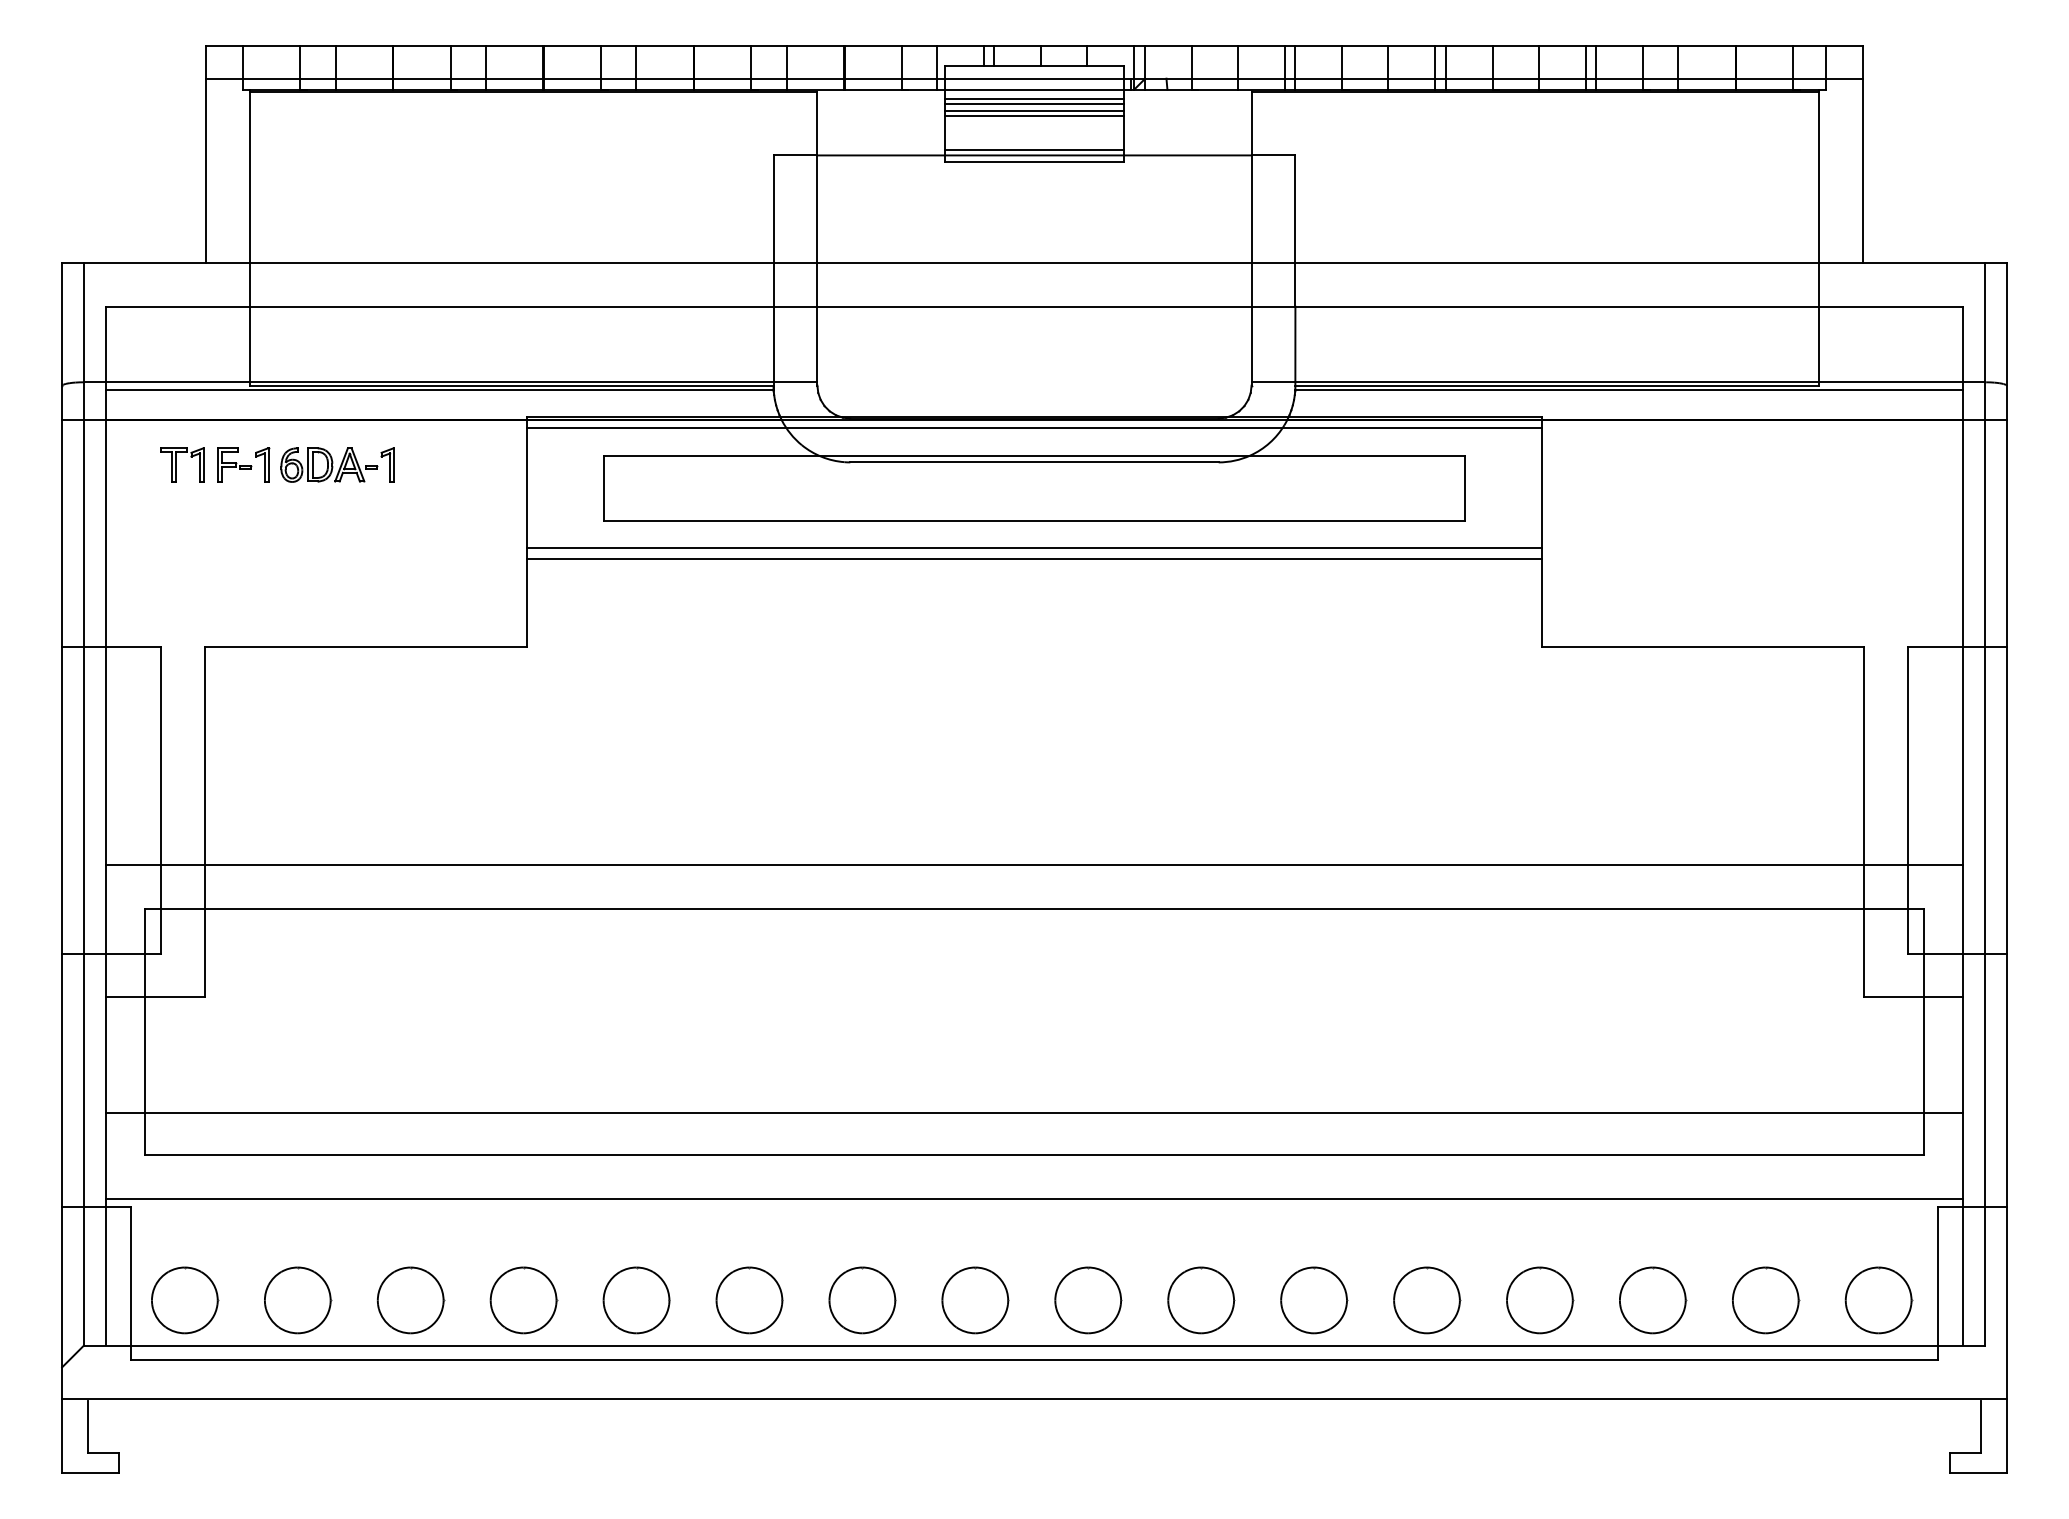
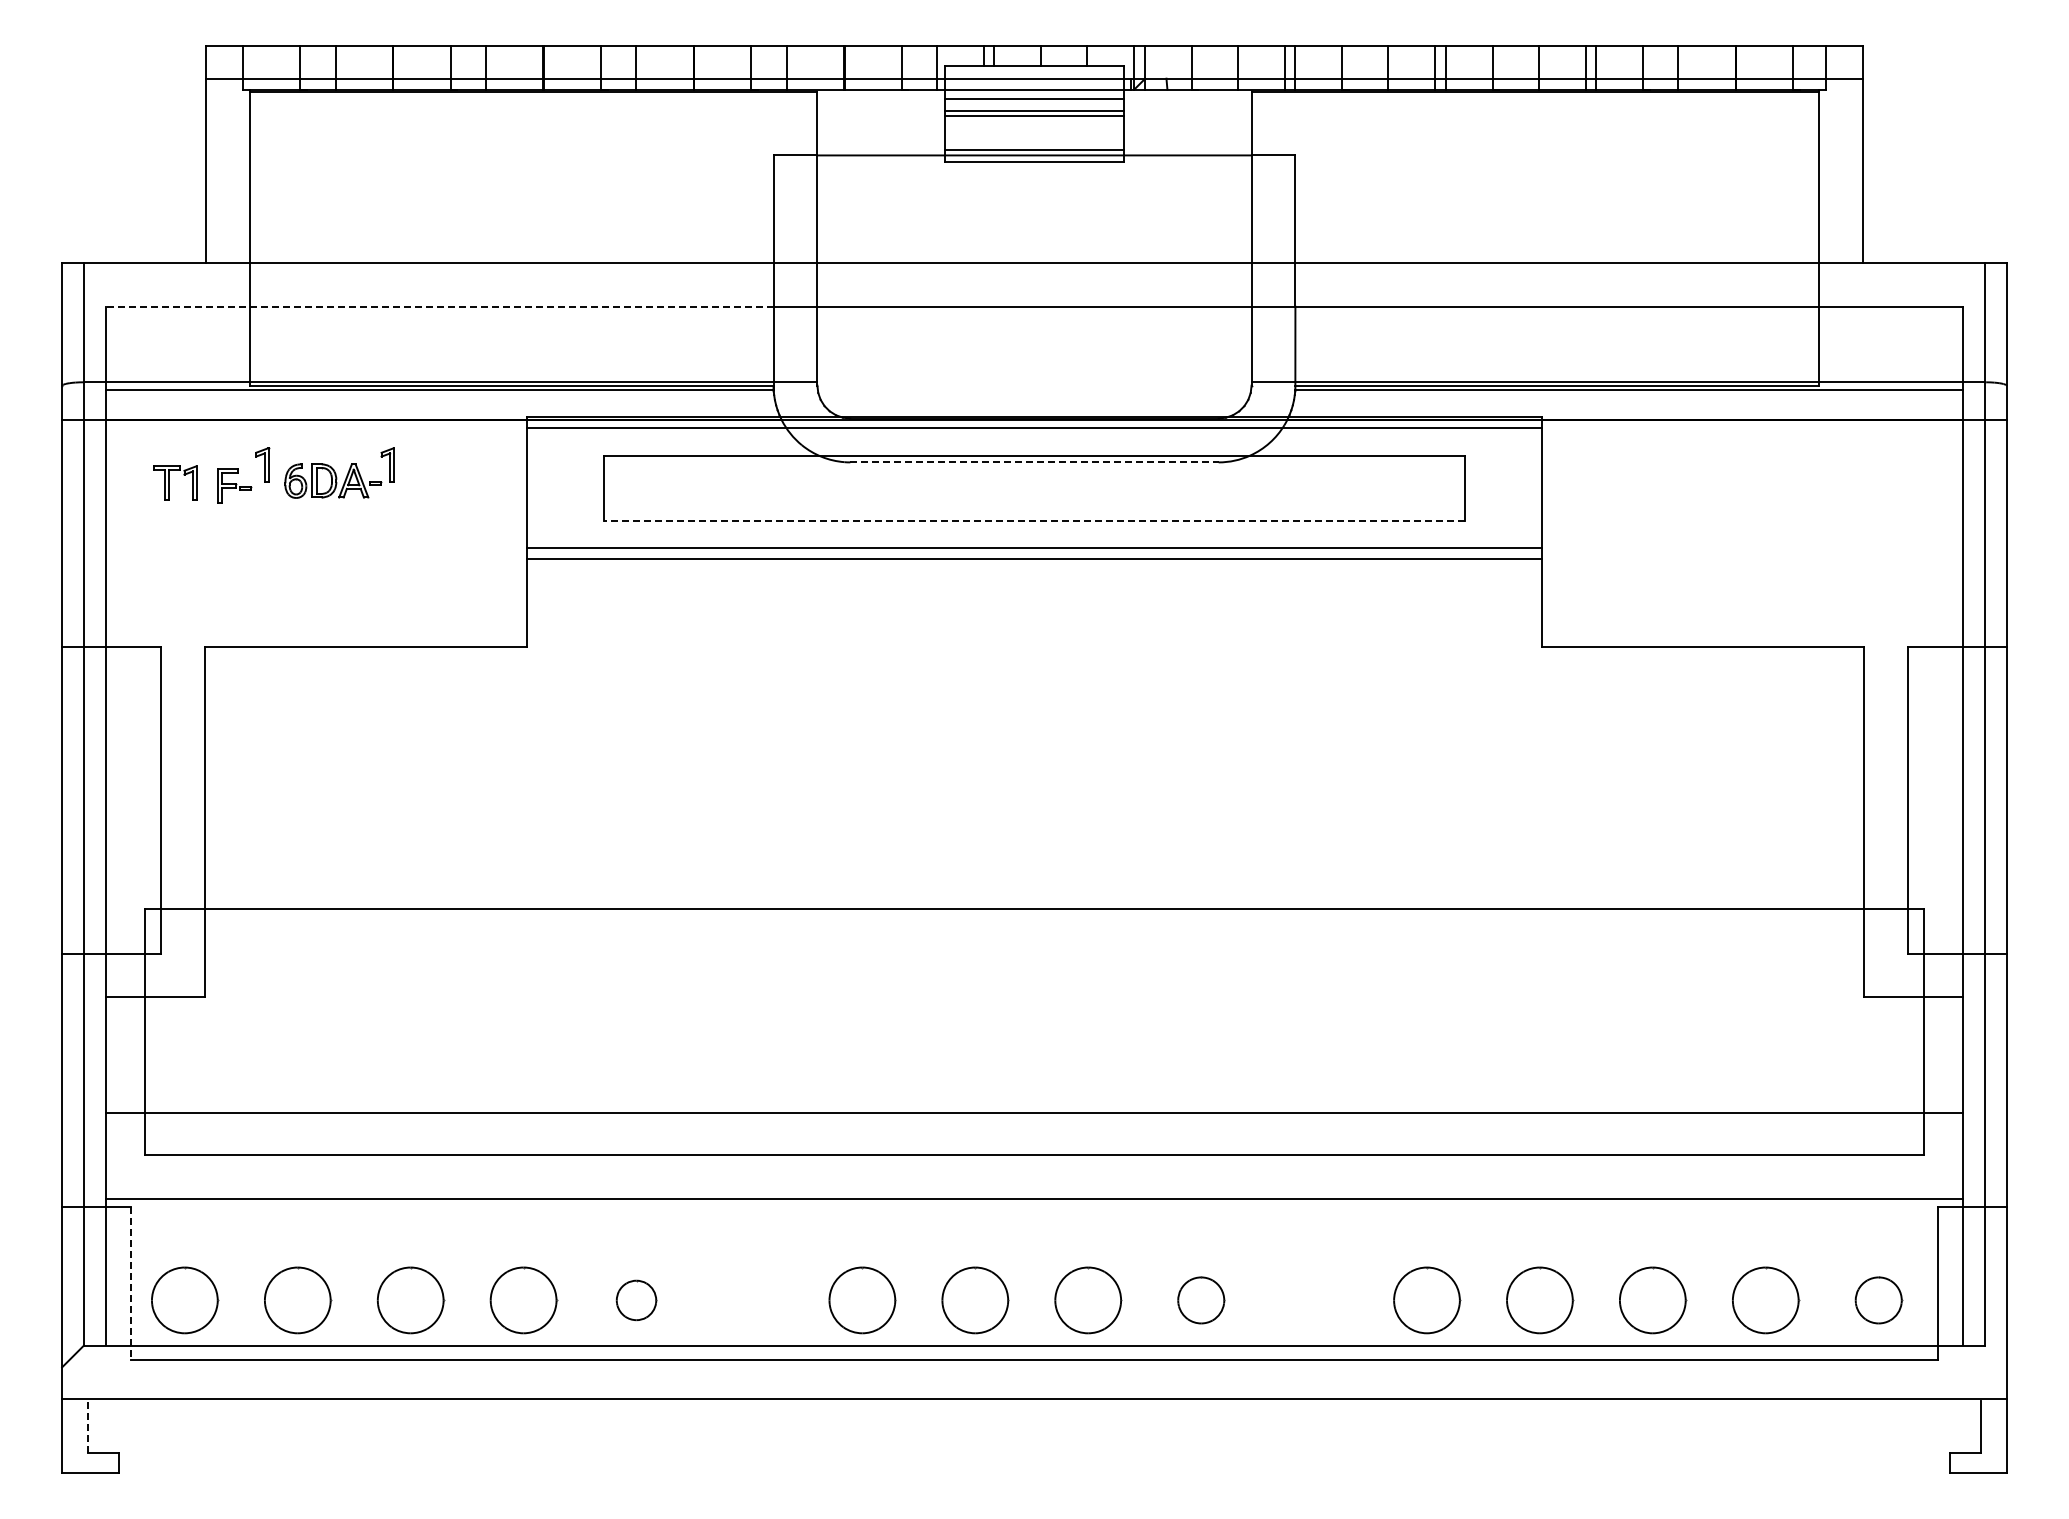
line at (1034, 104): present -> none
line at (439, 306): solid -> dashed
line at (1034, 462): solid -> dashed
part at (182, 464) position: (182, 464) -> (175, 482)
part at (234, 464) position: (234, 464) -> (234, 485)
part at (329, 464) position: (329, 464) -> (333, 480)
line at (1034, 520): solid -> dashed
line at (1034, 865): present -> none
line at (130, 1283): solid -> dashed
part at (636, 1300) size: 69x69 px -> 43x43 px
part at (749, 1300): present -> none
part at (1201, 1300) size: 69x69 px -> 49x49 px
part at (1314, 1300): present -> none
part at (1878, 1300) size: 70x69 px -> 50x49 px
line at (87, 1426): solid -> dashed
